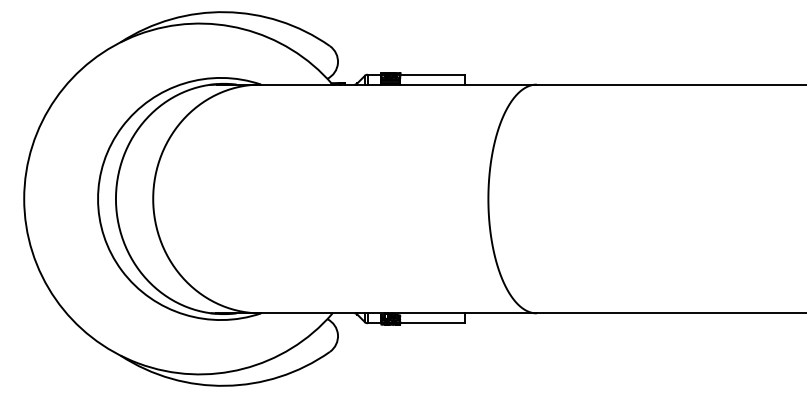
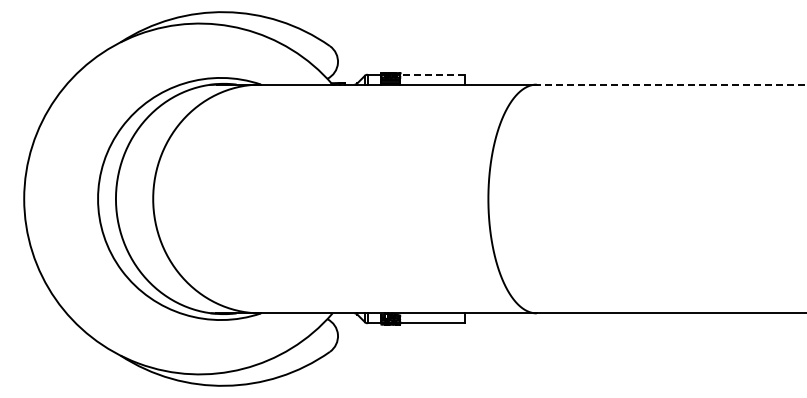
line at (432, 74): solid -> dashed
line at (671, 84): solid -> dashed
